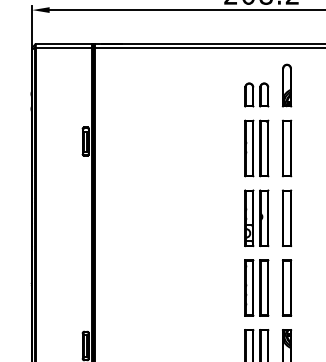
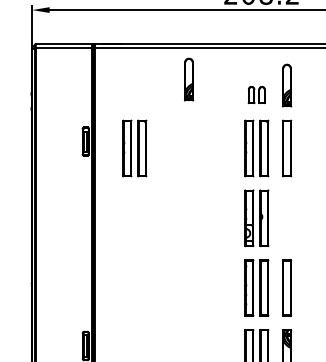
part at (189, 79): none -> present
part at (256, 94) size: 26x26 px -> 19x19 px
part at (134, 148): none -> present
part at (287, 217): present -> none
